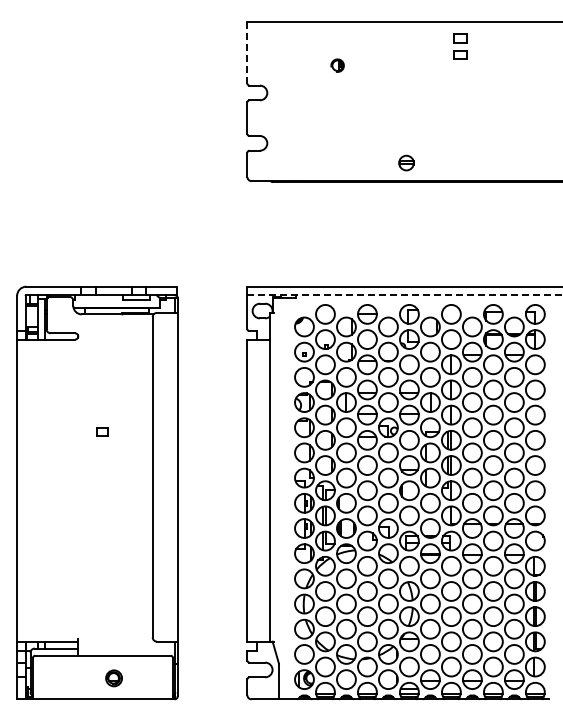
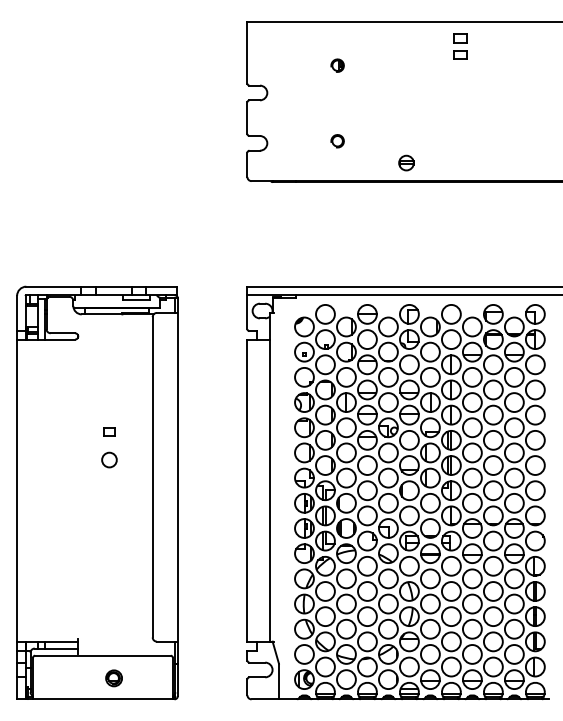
line at (247, 52): dashed -> solid
part at (337, 141): none -> present
line at (405, 295): dashed -> solid
part at (102, 431) position: (102, 431) -> (109, 431)
circle at (109, 459): none -> present
